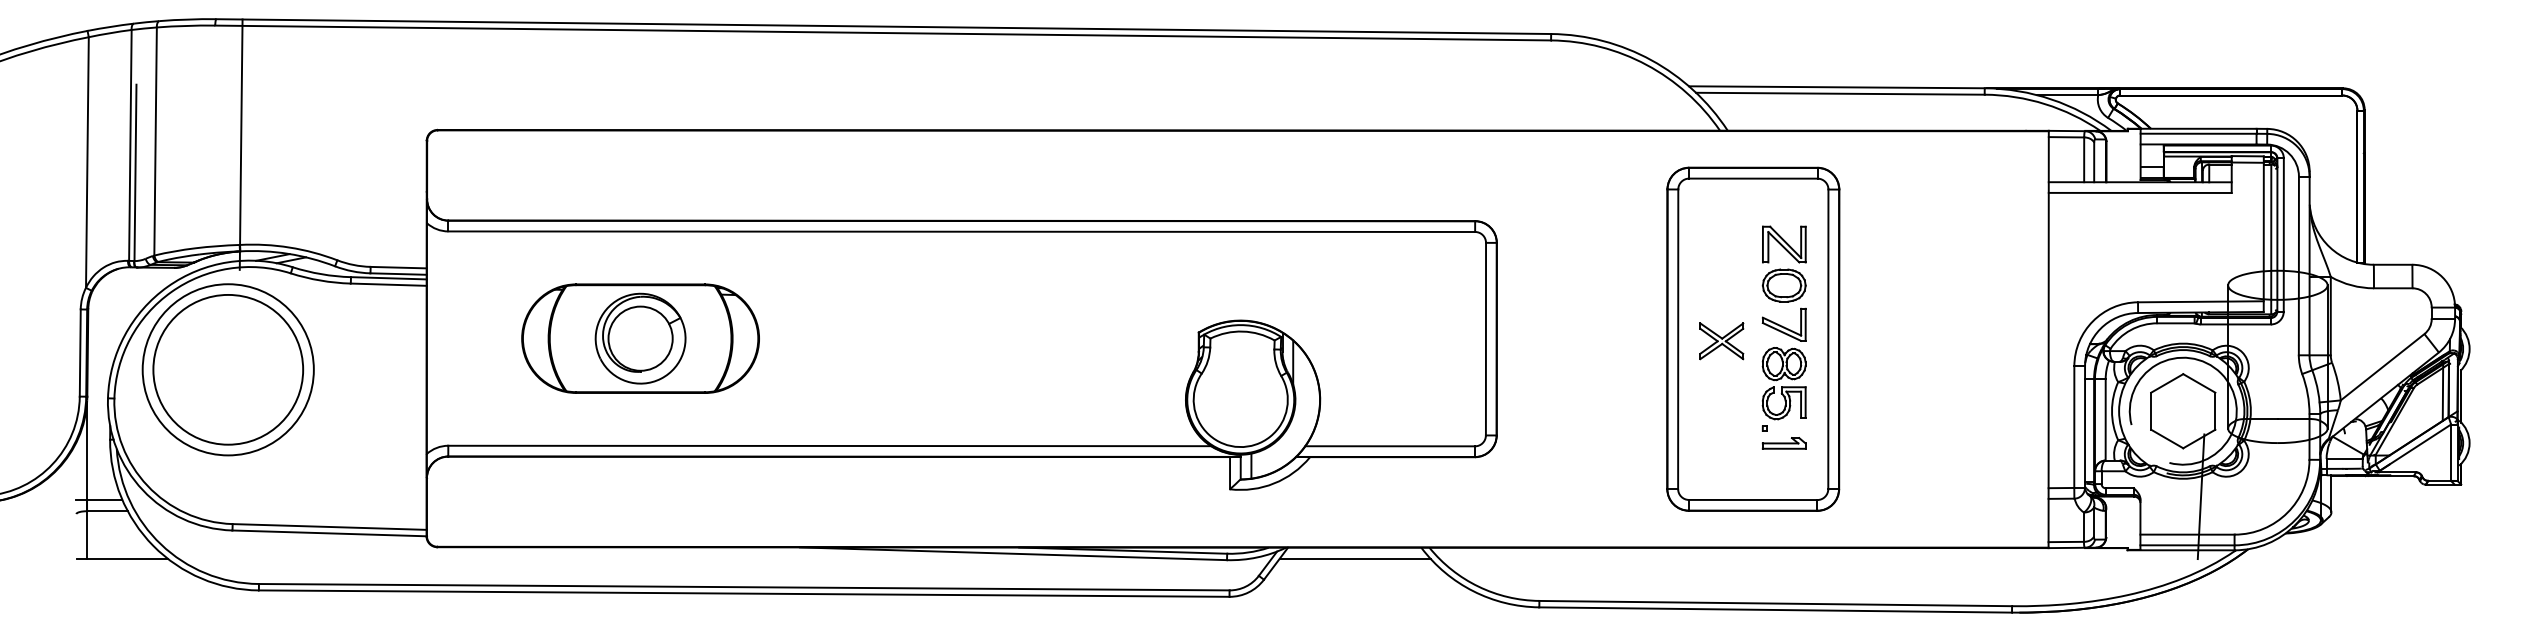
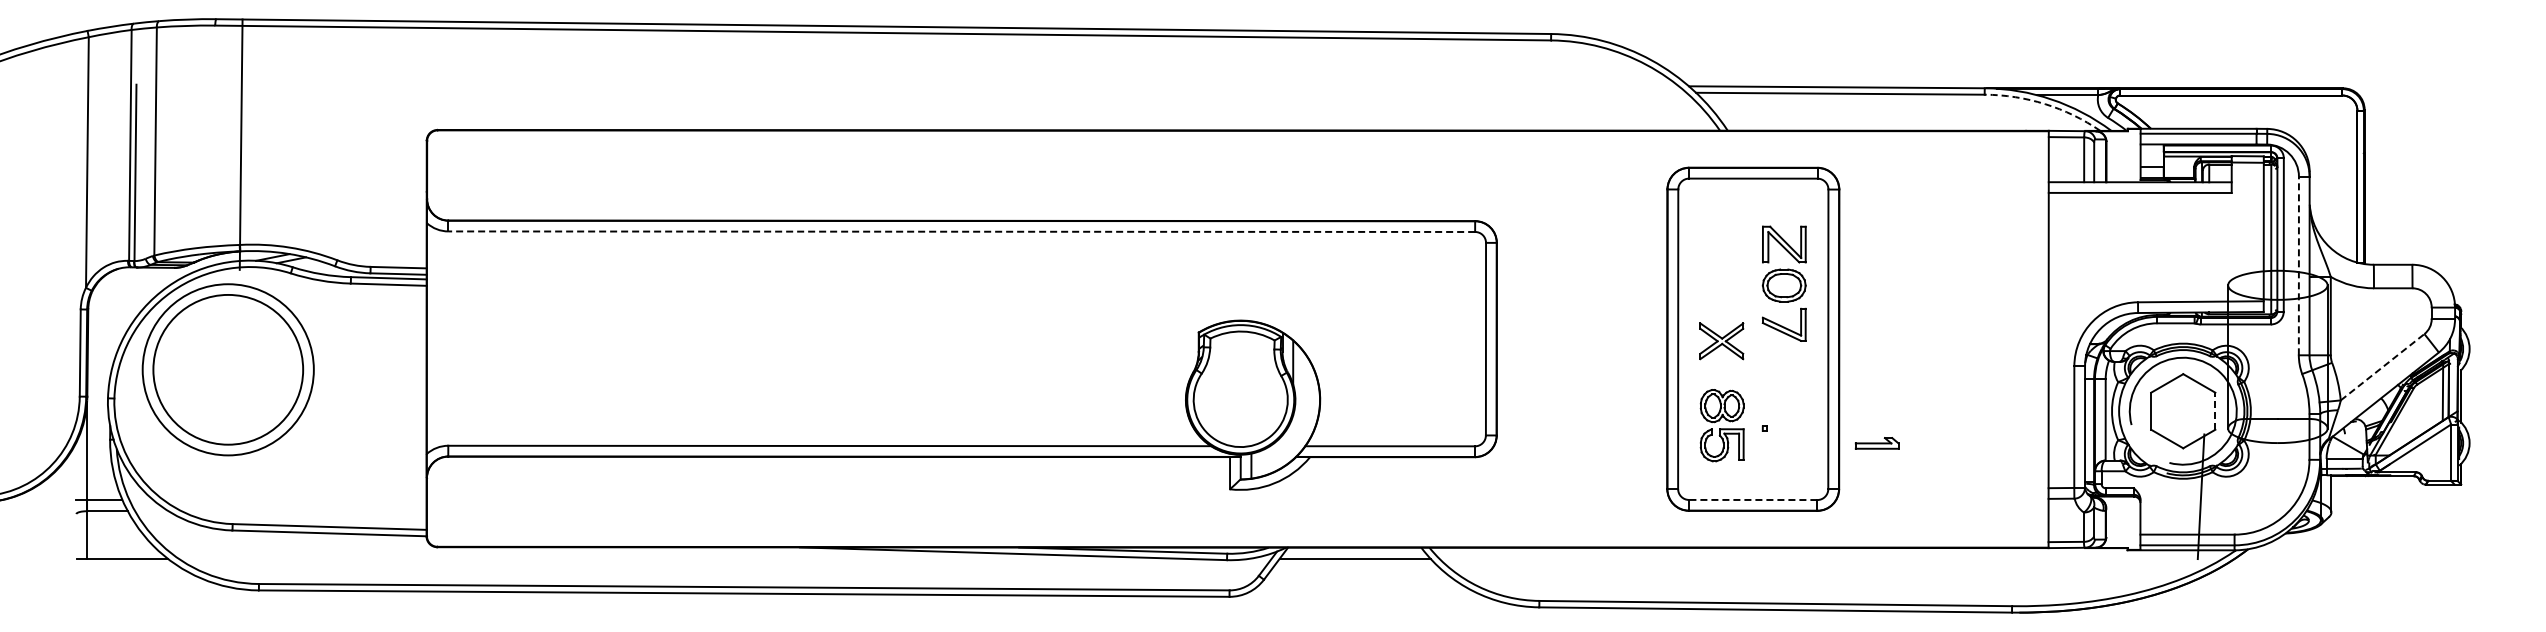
arc at (2045, 104): solid -> dashed
line at (961, 231): solid -> dashed
line at (2298, 265): solid -> dashed
part at (640, 338): present -> none
line at (2382, 366): solid -> dashed
part at (1783, 383) position: (1783, 383) -> (1721, 425)
line at (2215, 411): solid -> dashed
part at (1783, 443) position: (1783, 443) -> (1876, 443)
line at (1752, 499): solid -> dashed
